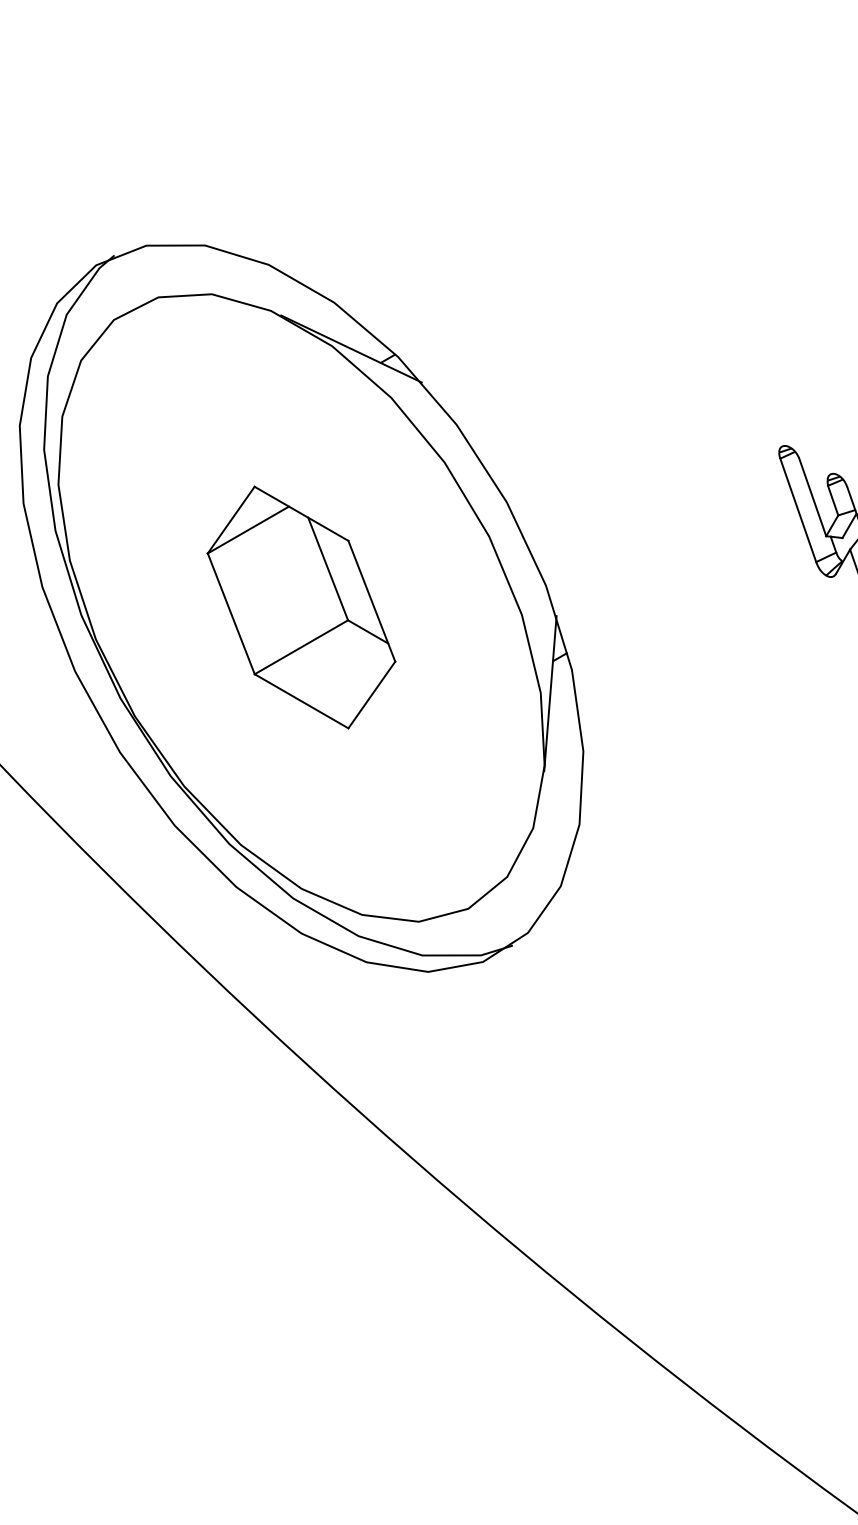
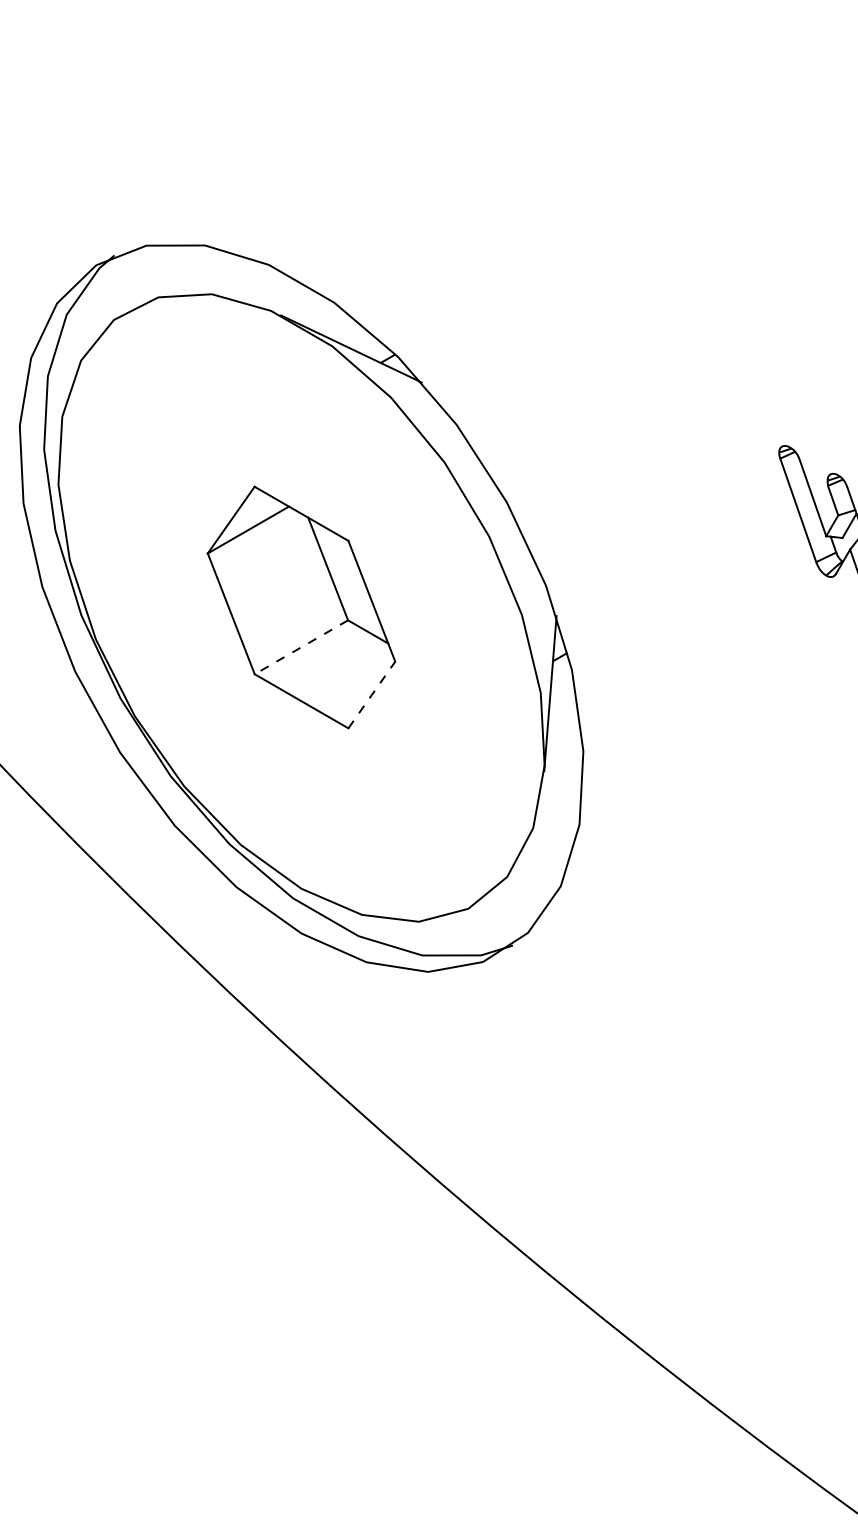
line at (301, 647): solid -> dashed
line at (371, 695): solid -> dashed
